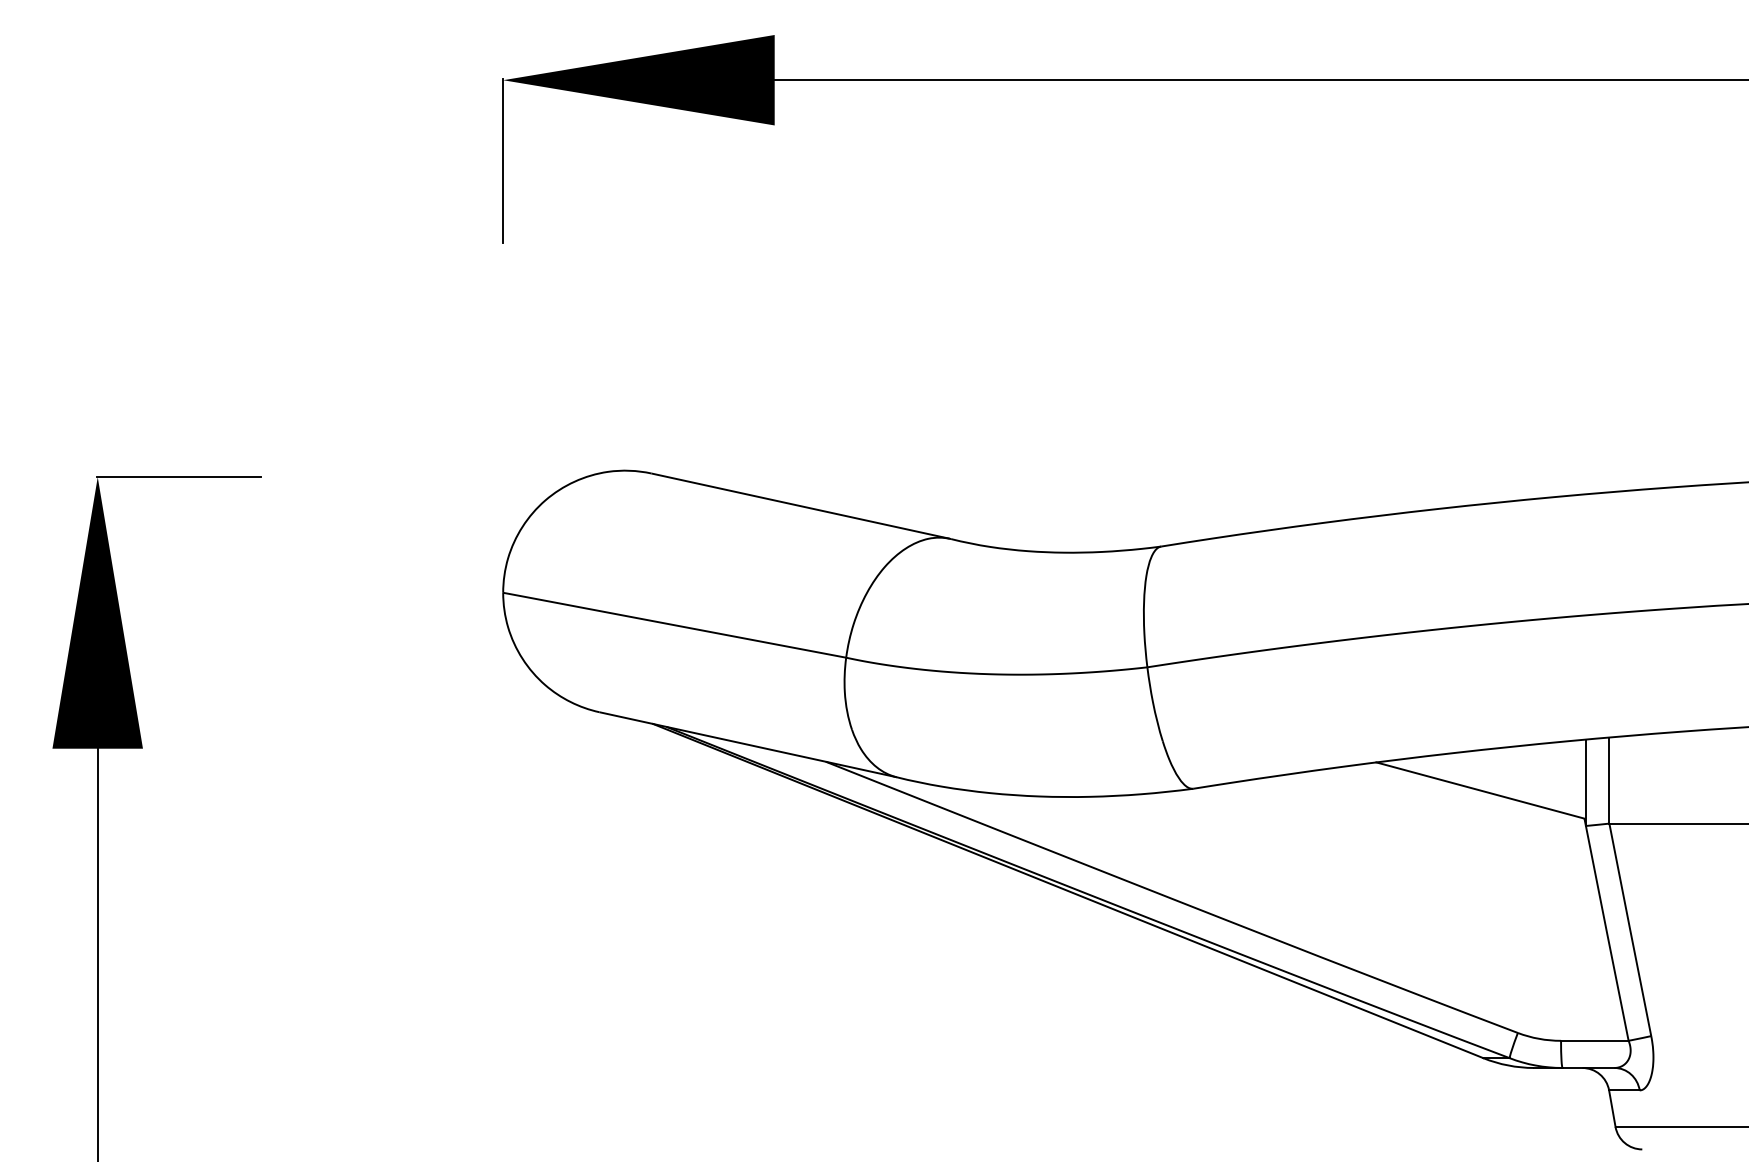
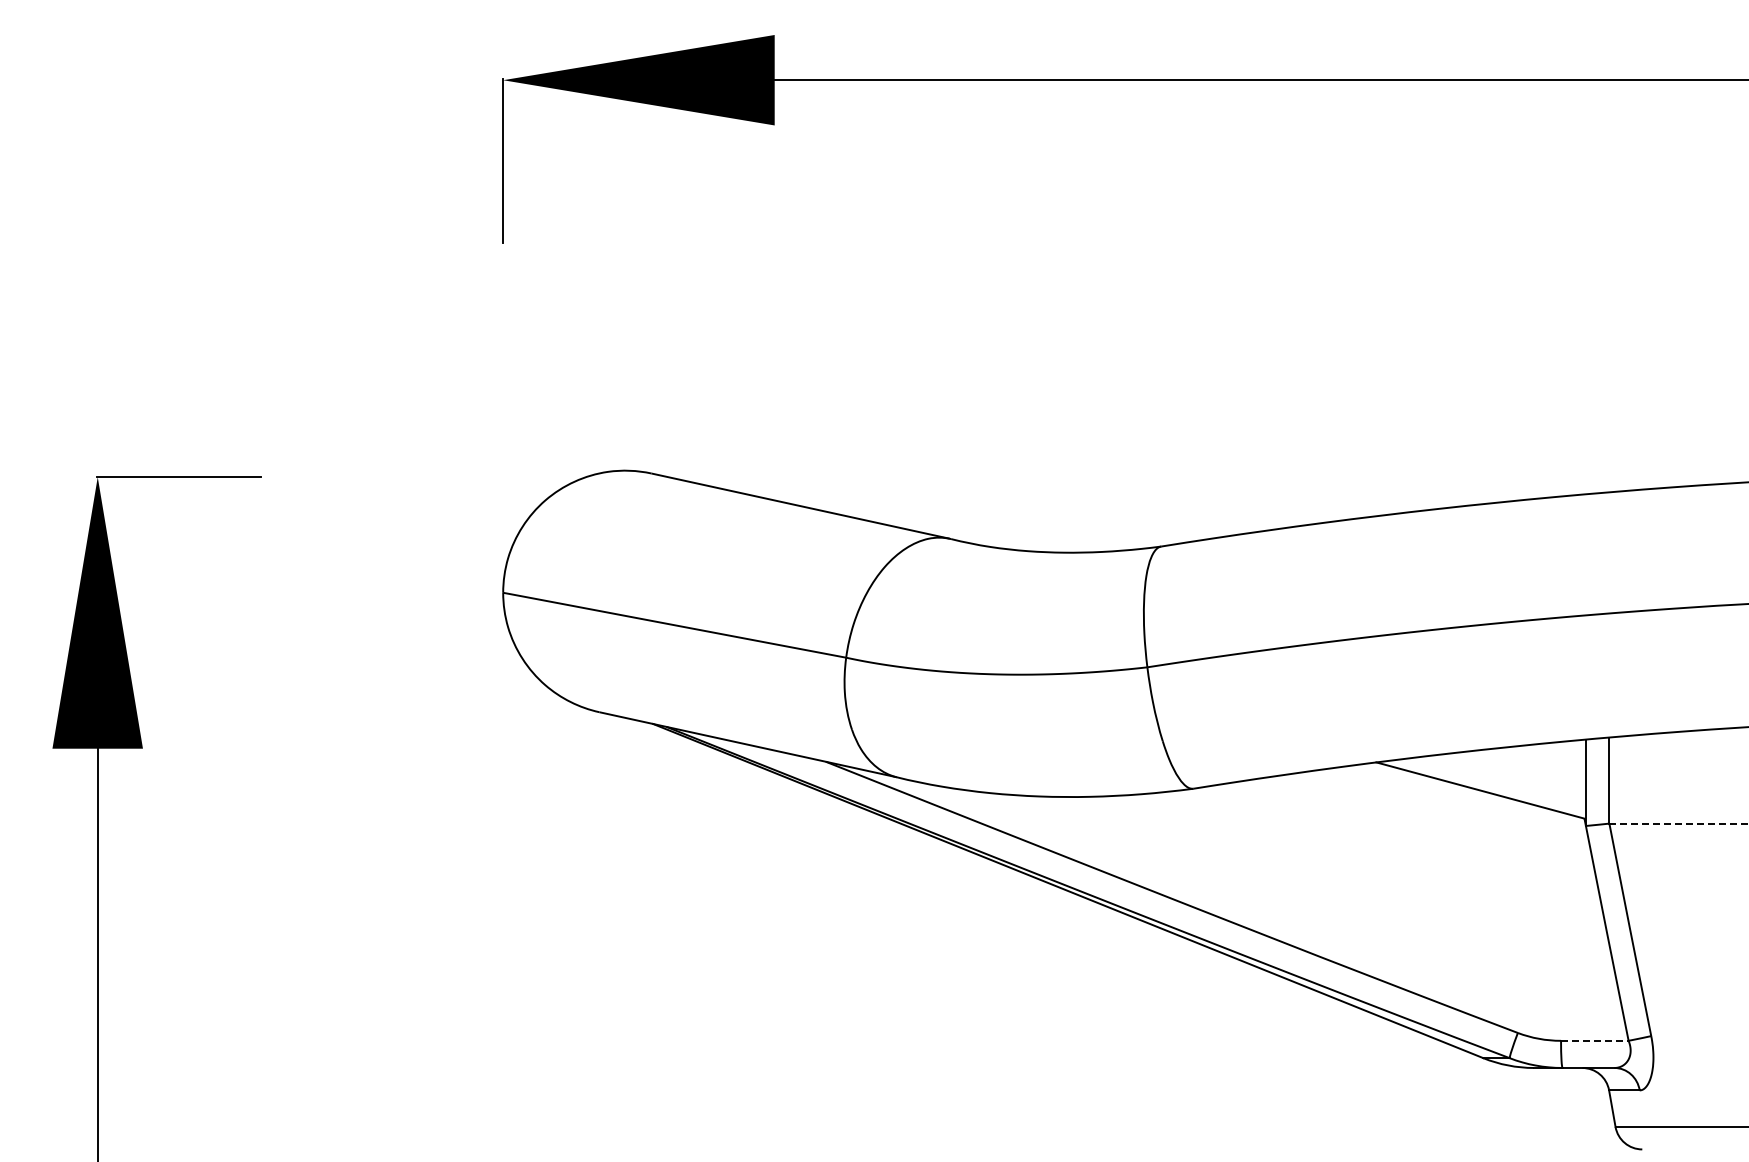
line at (1679, 823): solid -> dashed
line at (1594, 1040): solid -> dashed
